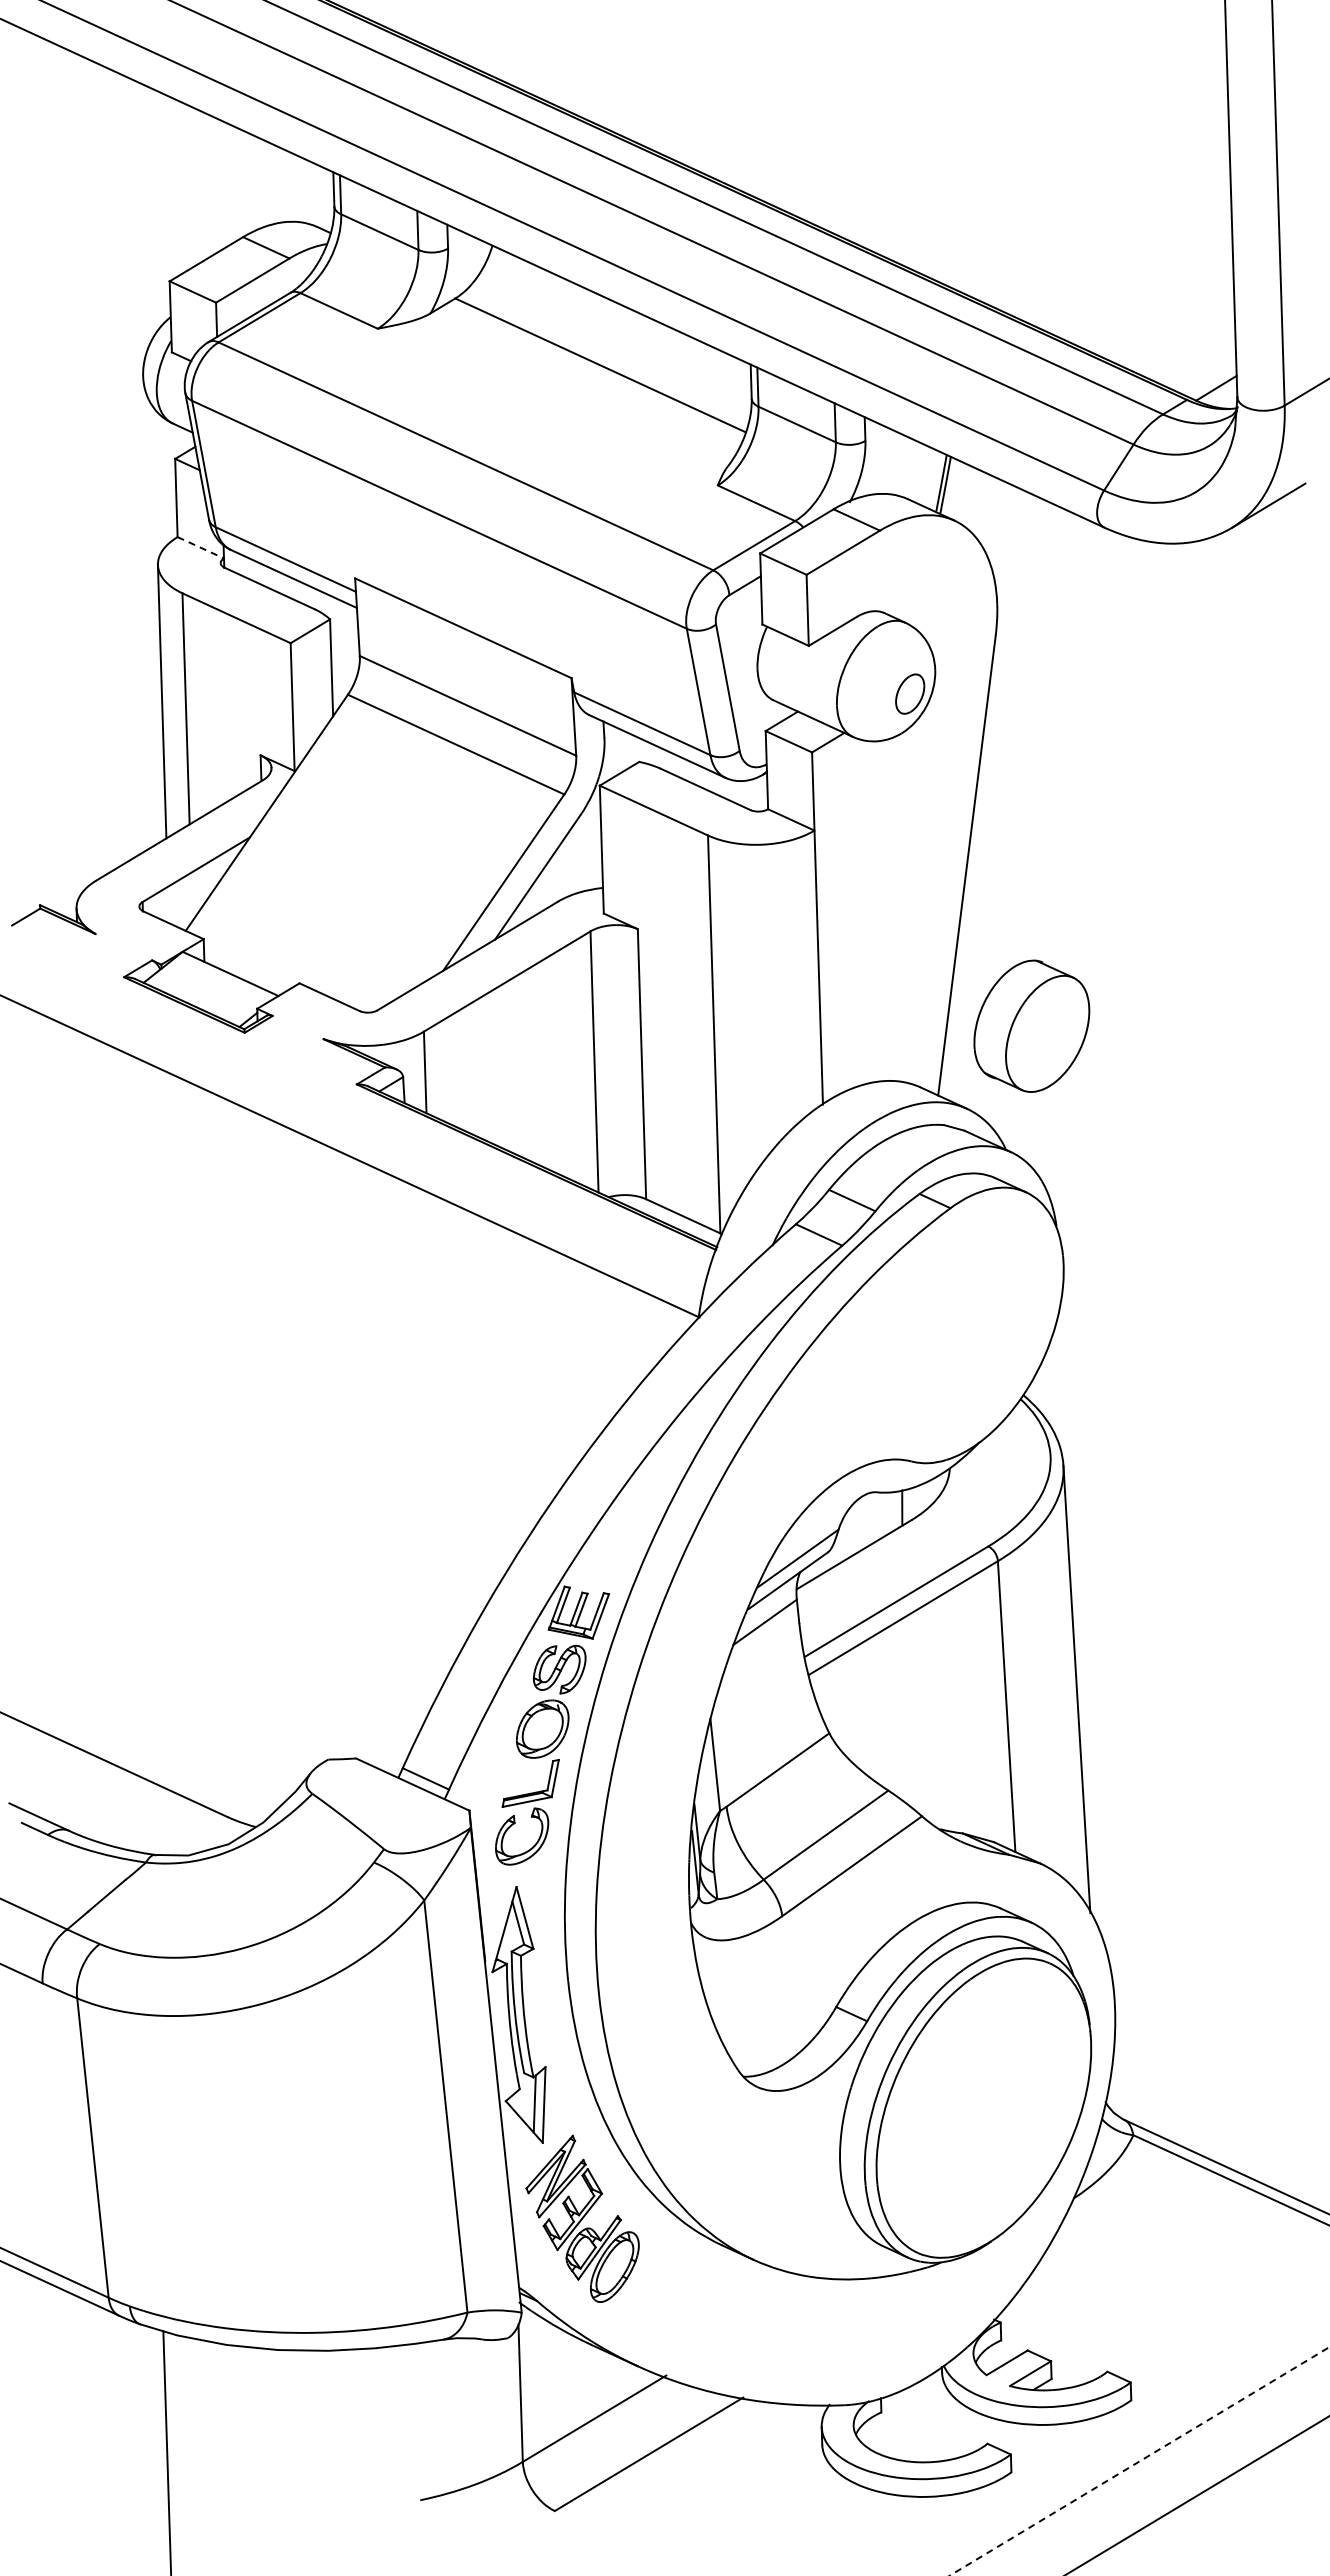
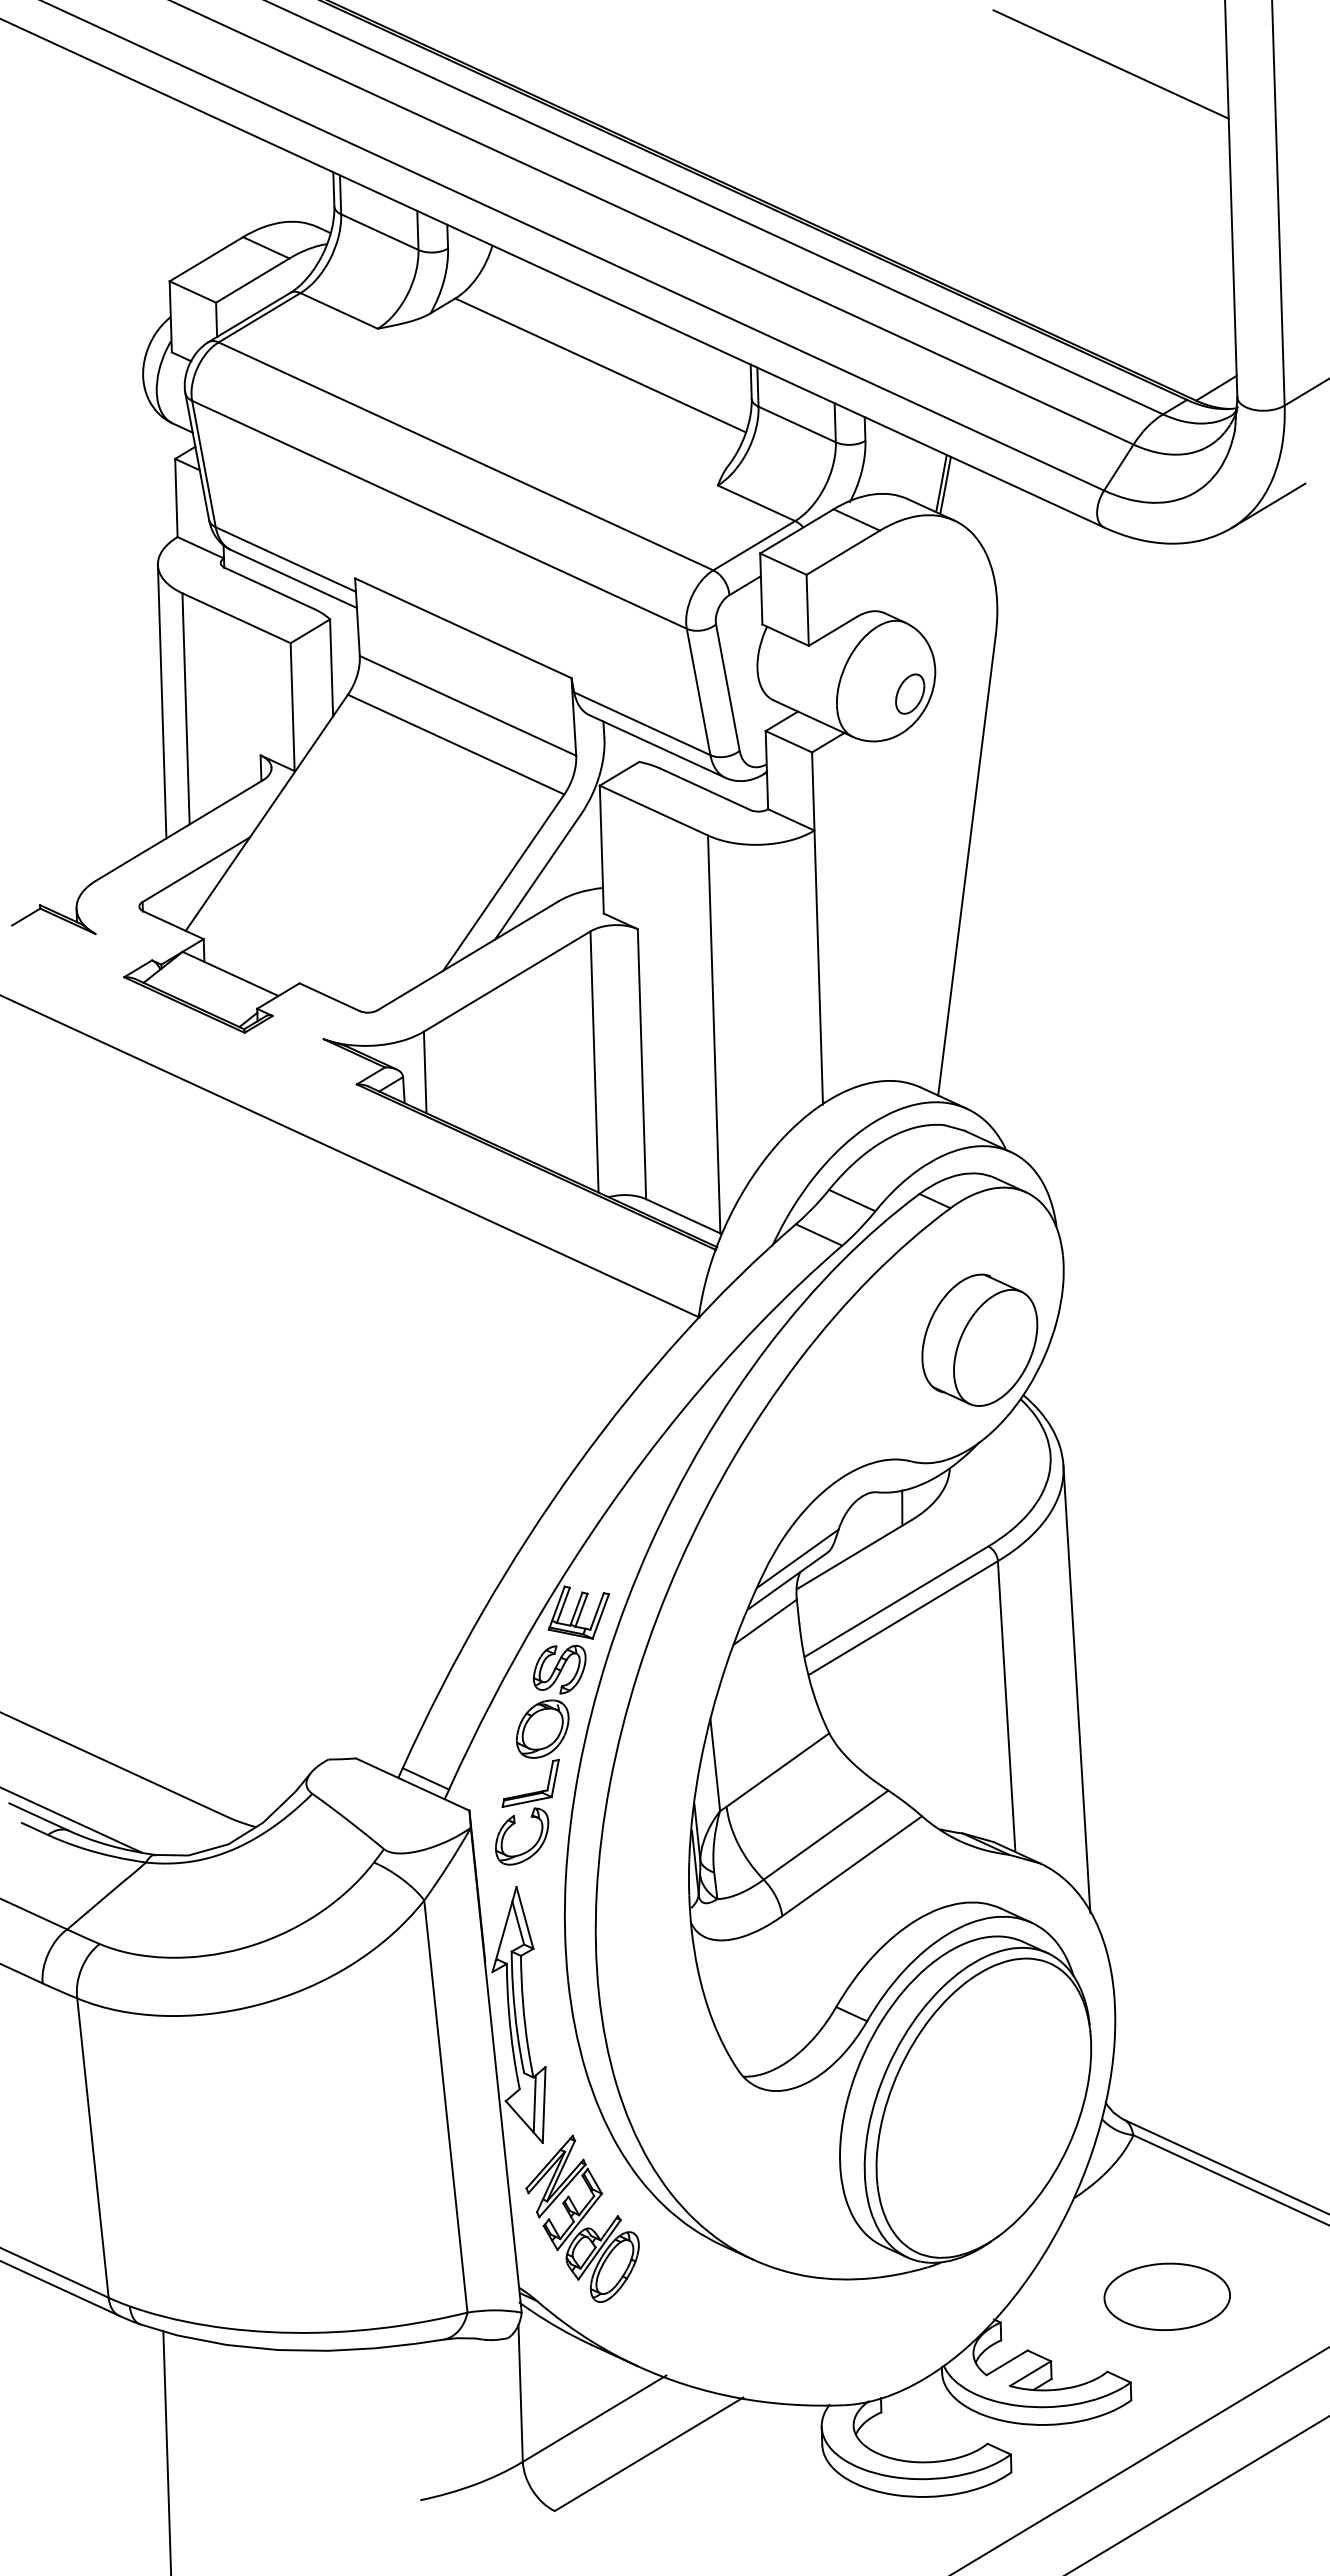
line at (1110, 64): none -> present
line at (200, 547): dashed -> solid
part at (1031, 1025) position: (1031, 1025) -> (979, 1339)
line at (71, 1820): none -> present
part at (1166, 2296): none -> present
line at (1140, 2461): dashed -> solid
